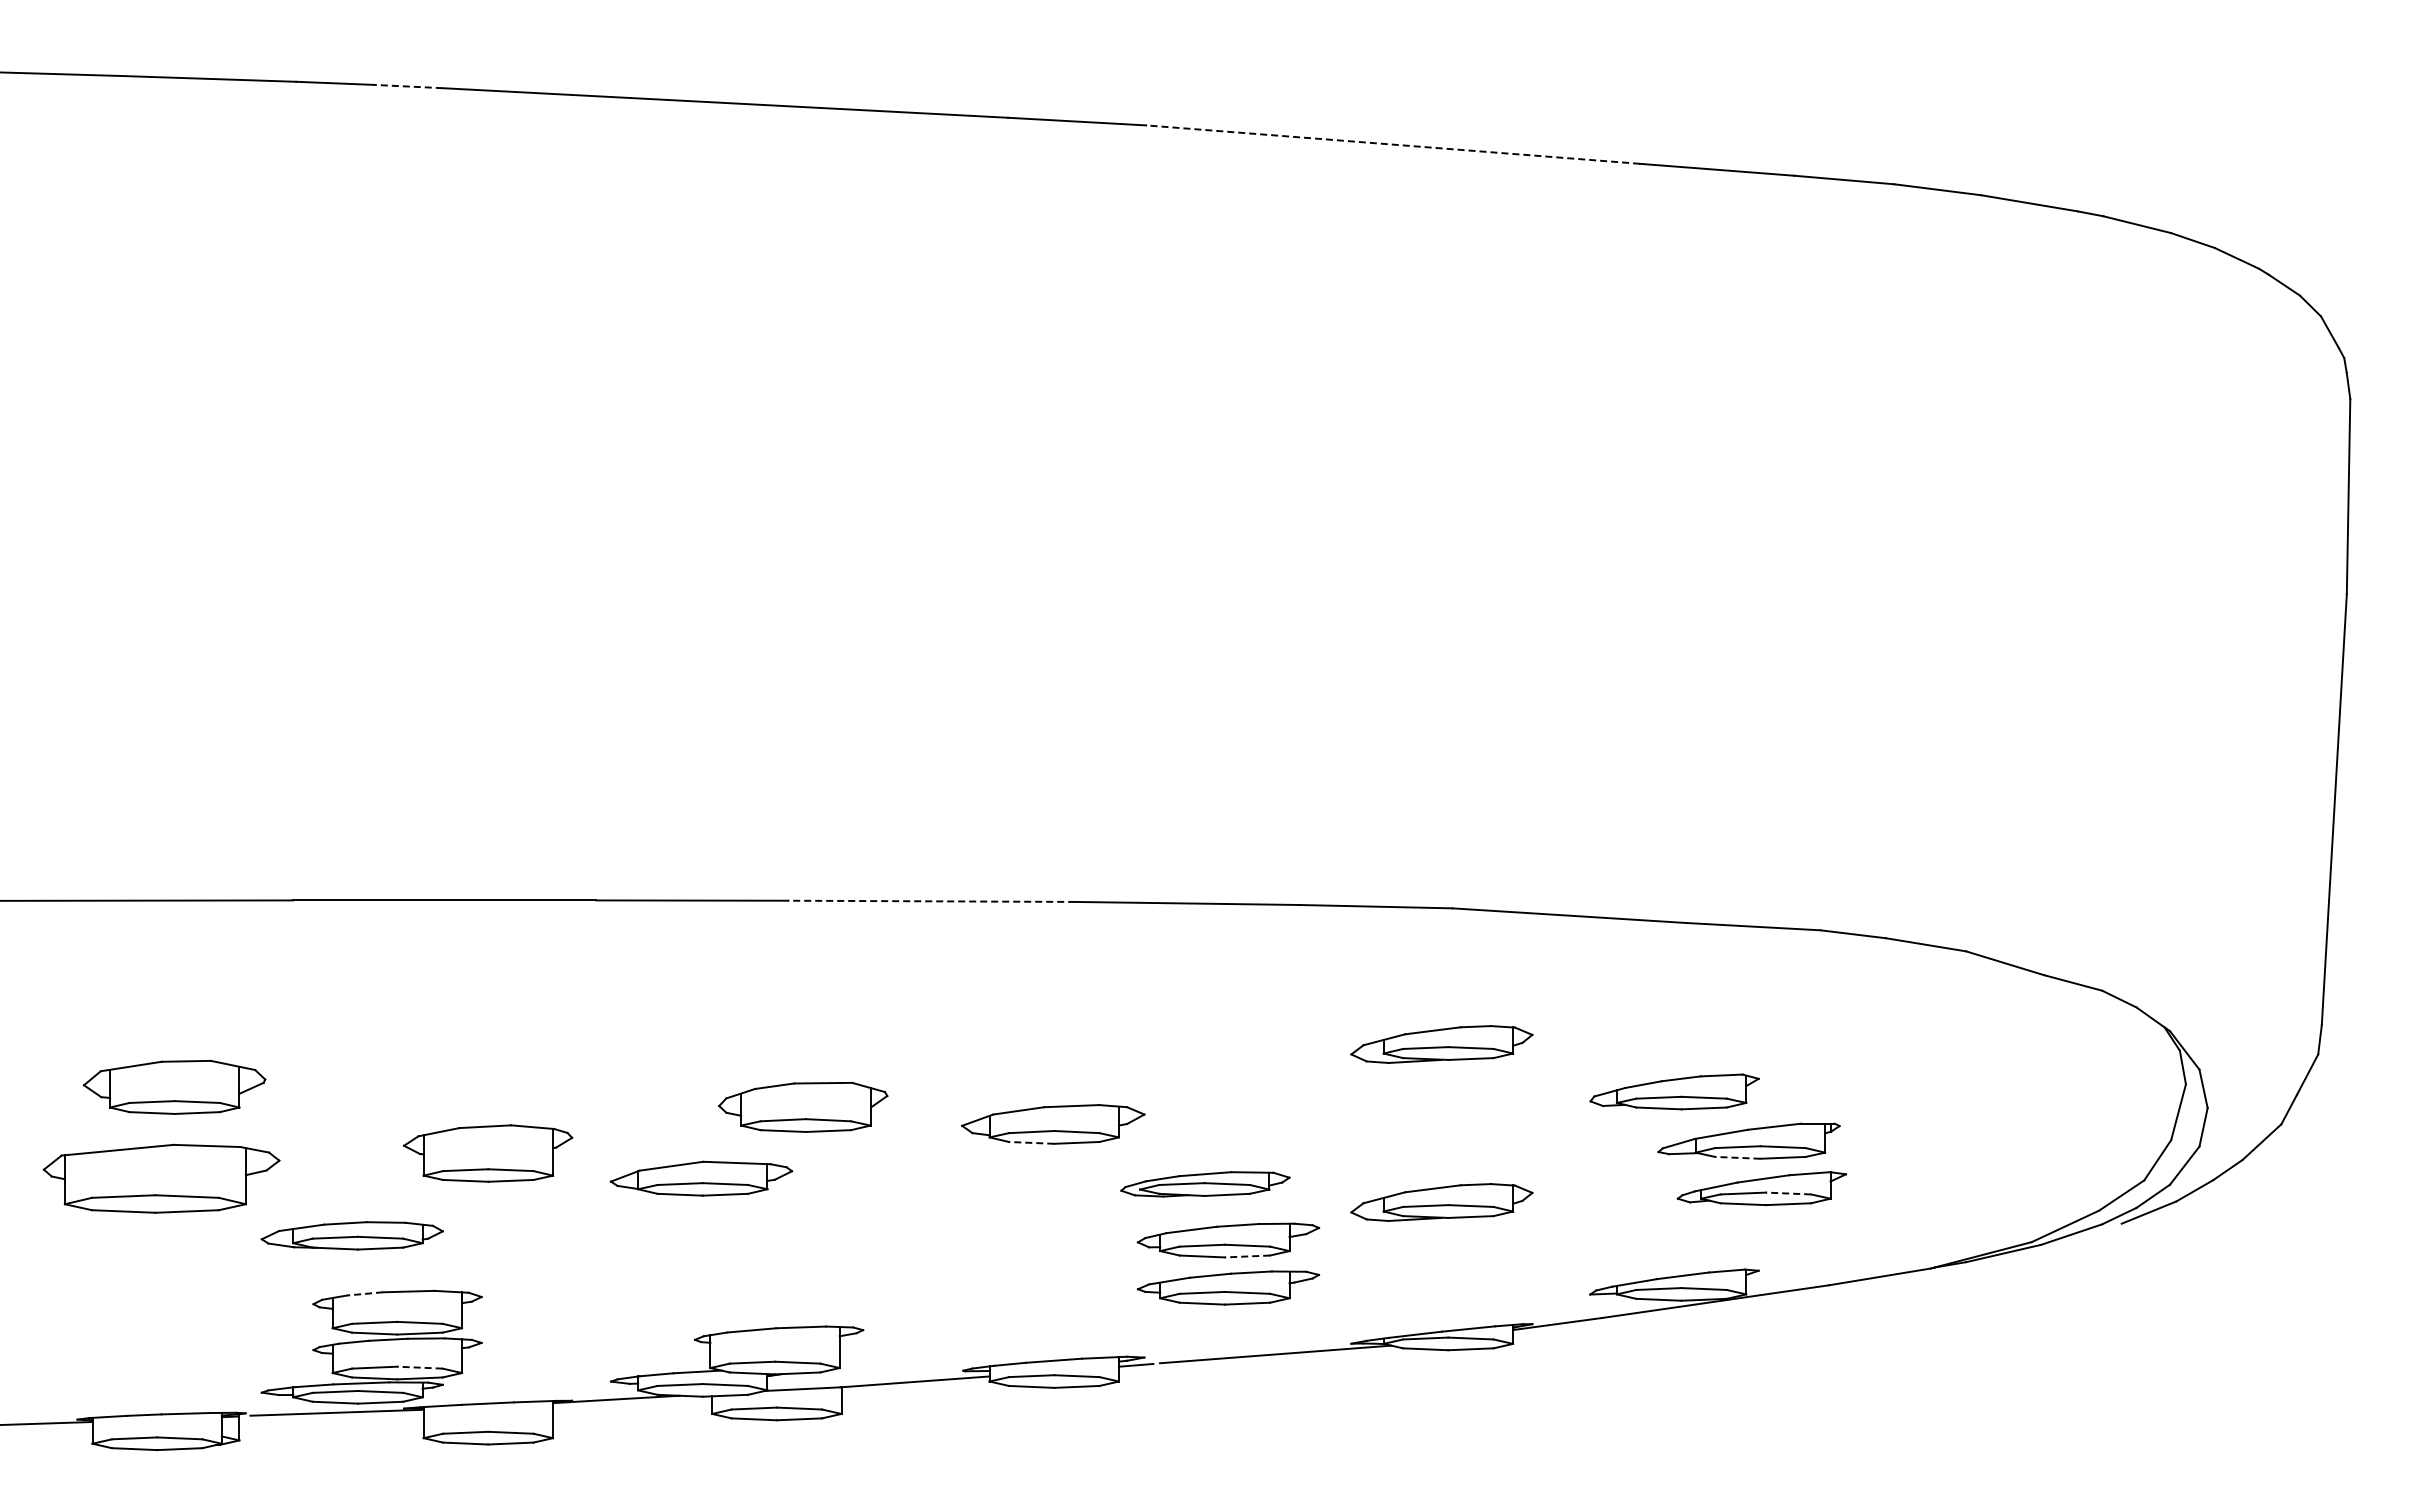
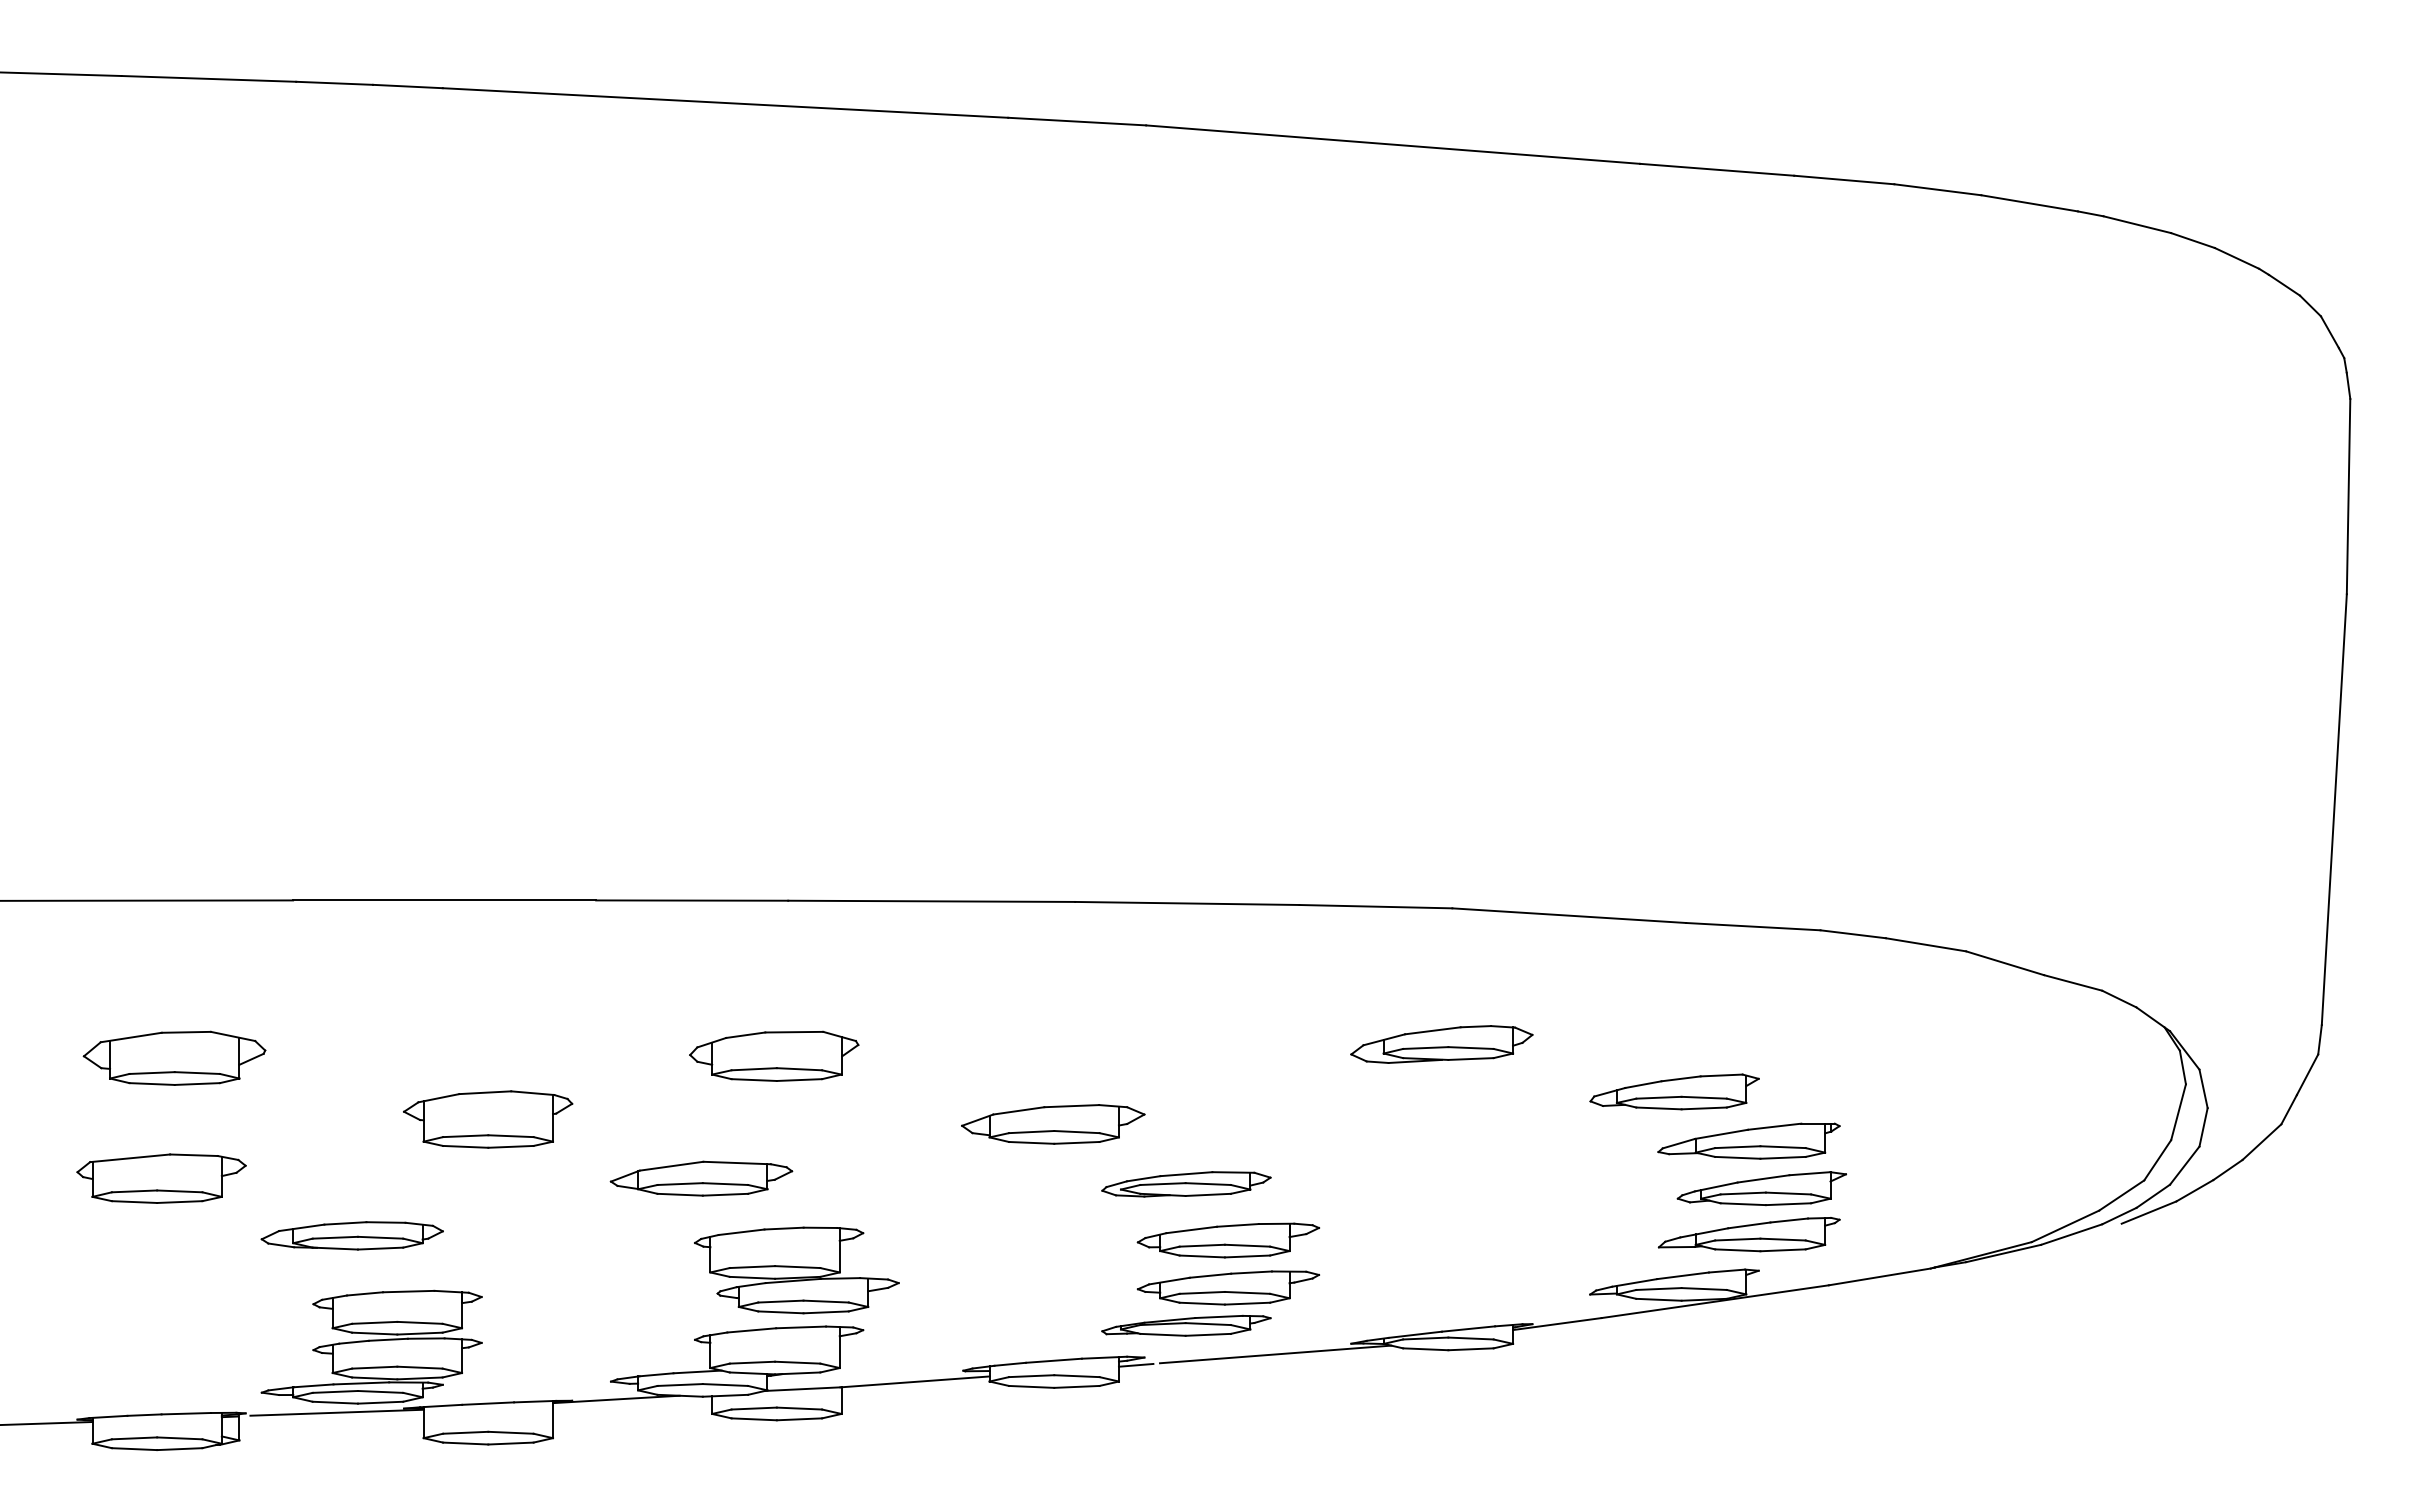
line at (407, 86): dashed -> solid
line at (1393, 144): dashed -> solid
line at (931, 901): dashed -> solid
part at (174, 1086) position: (174, 1086) -> (174, 1057)
part at (803, 1106) position: (803, 1106) -> (774, 1055)
line at (1031, 1142): dashed -> solid
part at (488, 1153) position: (488, 1153) -> (488, 1119)
line at (1737, 1157): dashed -> solid
part at (161, 1178) size: 239x71 px -> 171x51 px
part at (1205, 1184) position: (1205, 1184) -> (1186, 1184)
line at (1788, 1193): dashed -> solid
part at (1441, 1202): present -> none
part at (1748, 1234): none -> present
line at (1247, 1256): dashed -> solid
part at (796, 1270): none -> present
line at (364, 1293): dashed -> solid
part at (1186, 1325): none -> present
line at (419, 1367): dashed -> solid
